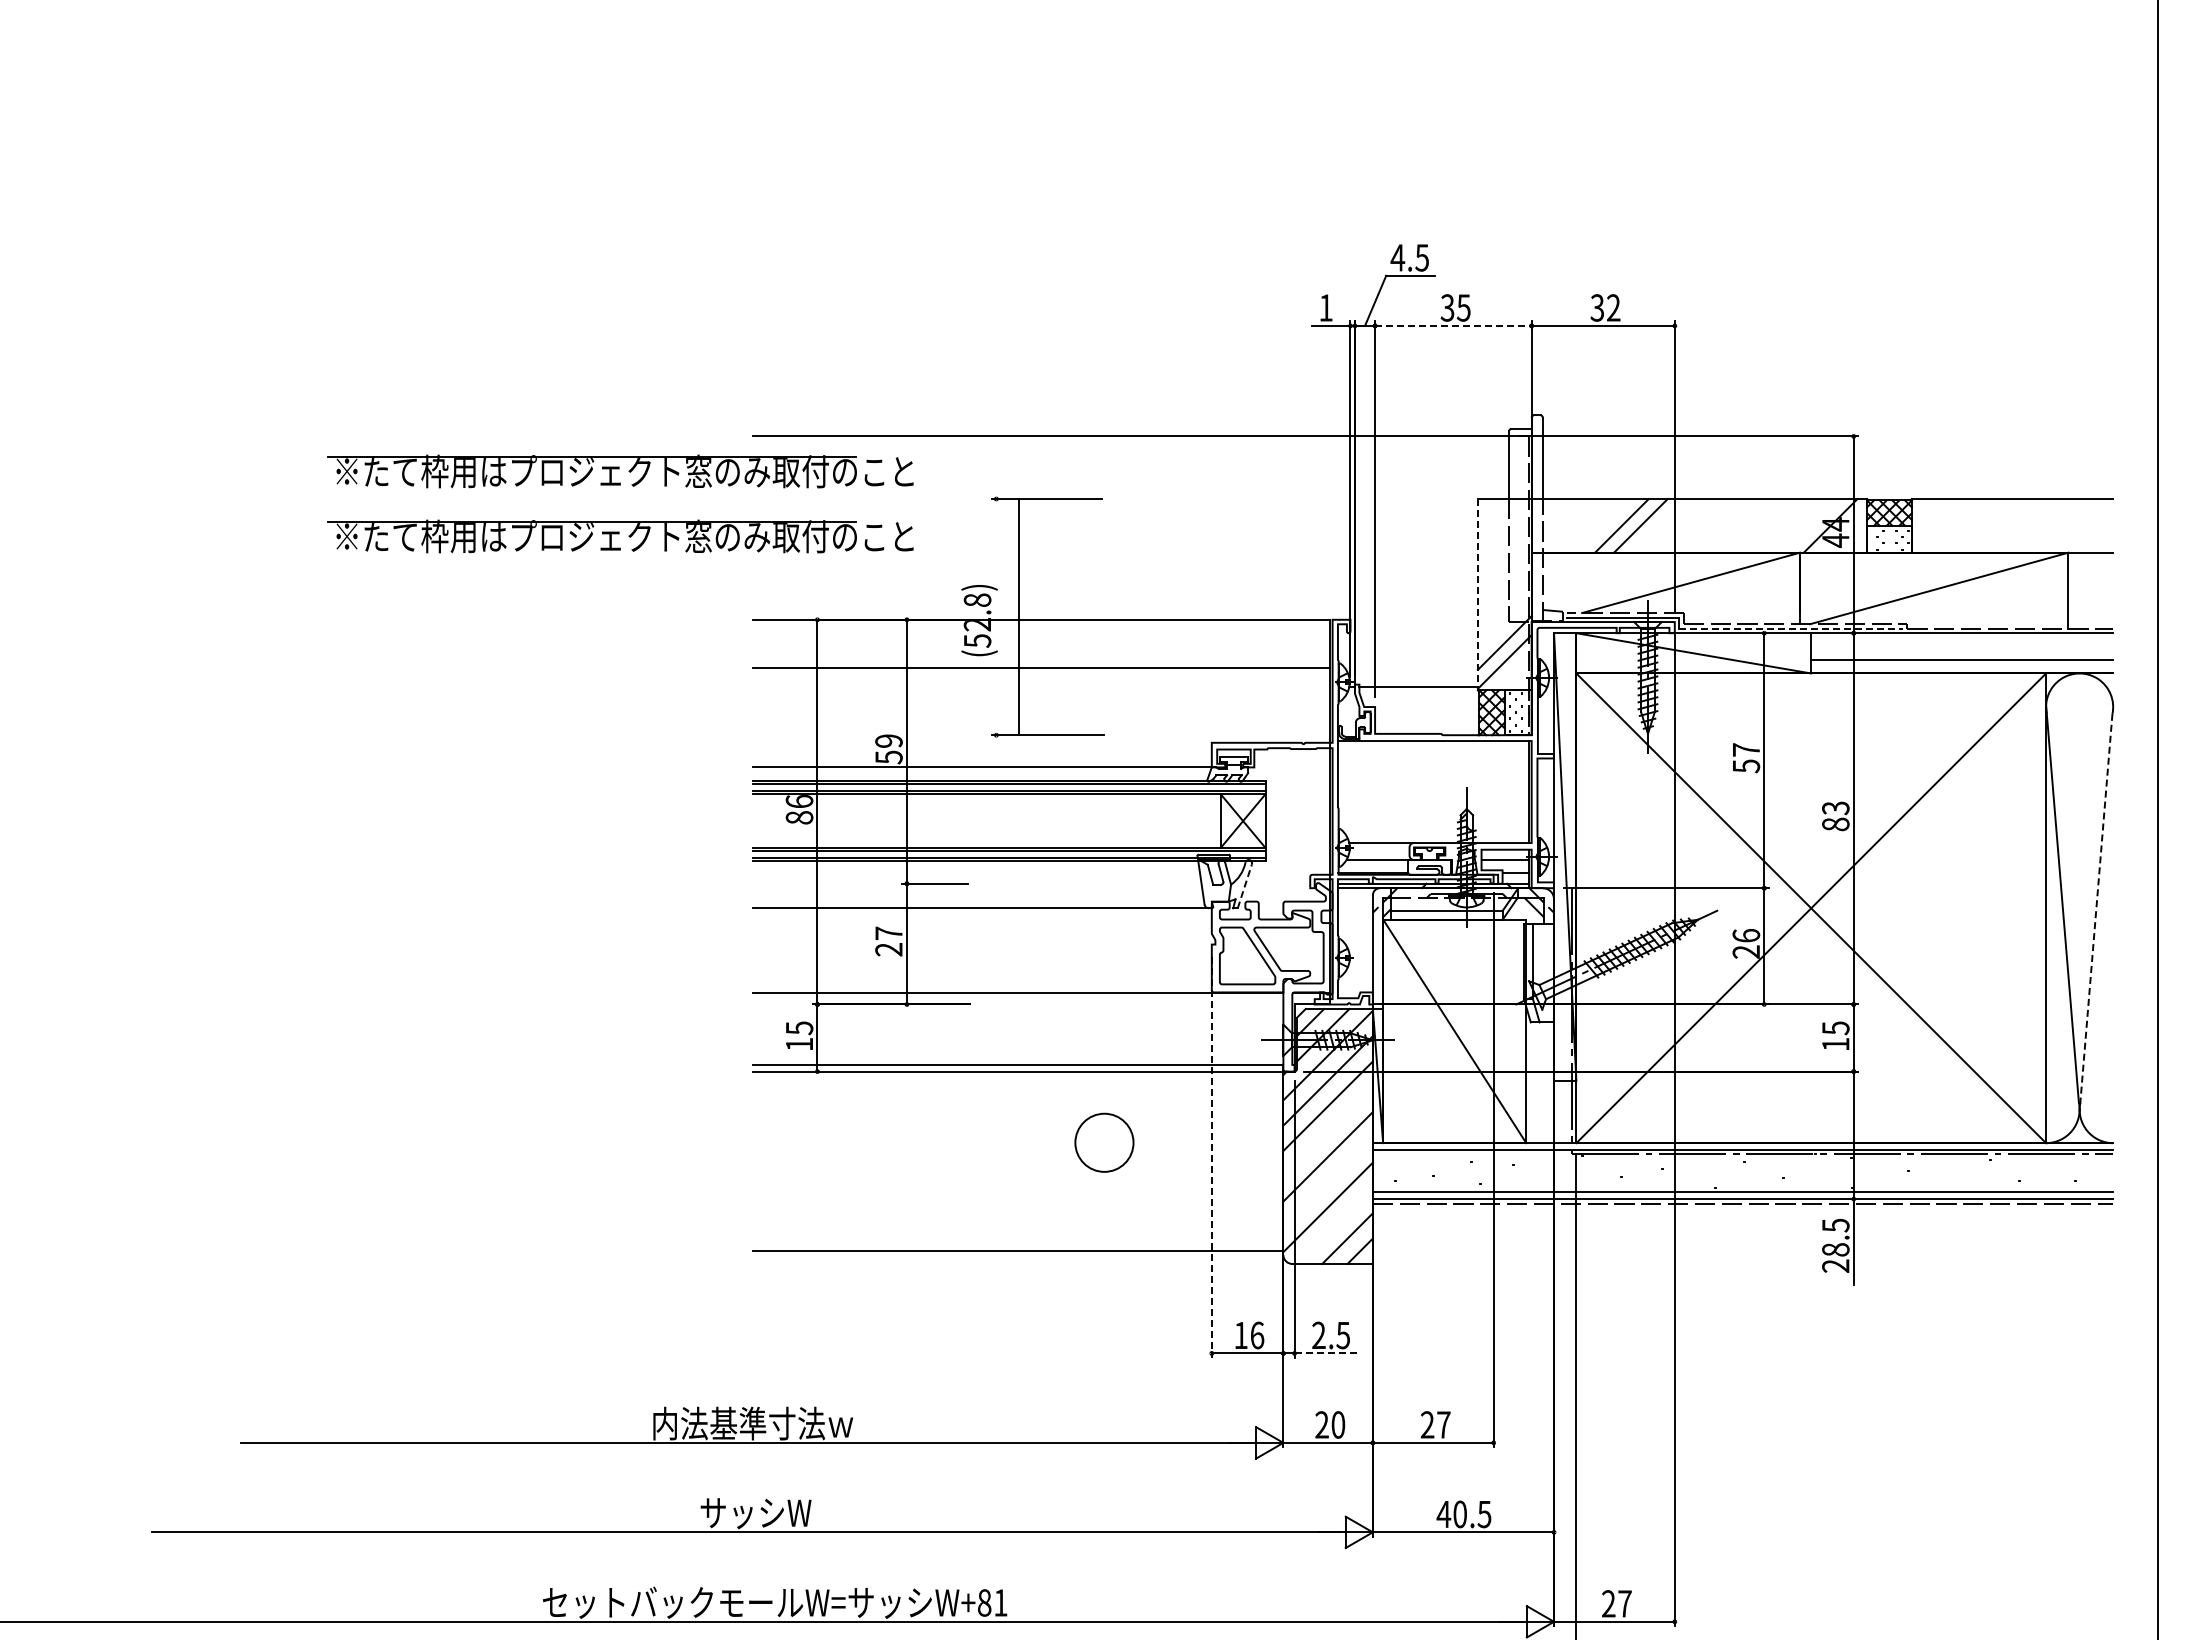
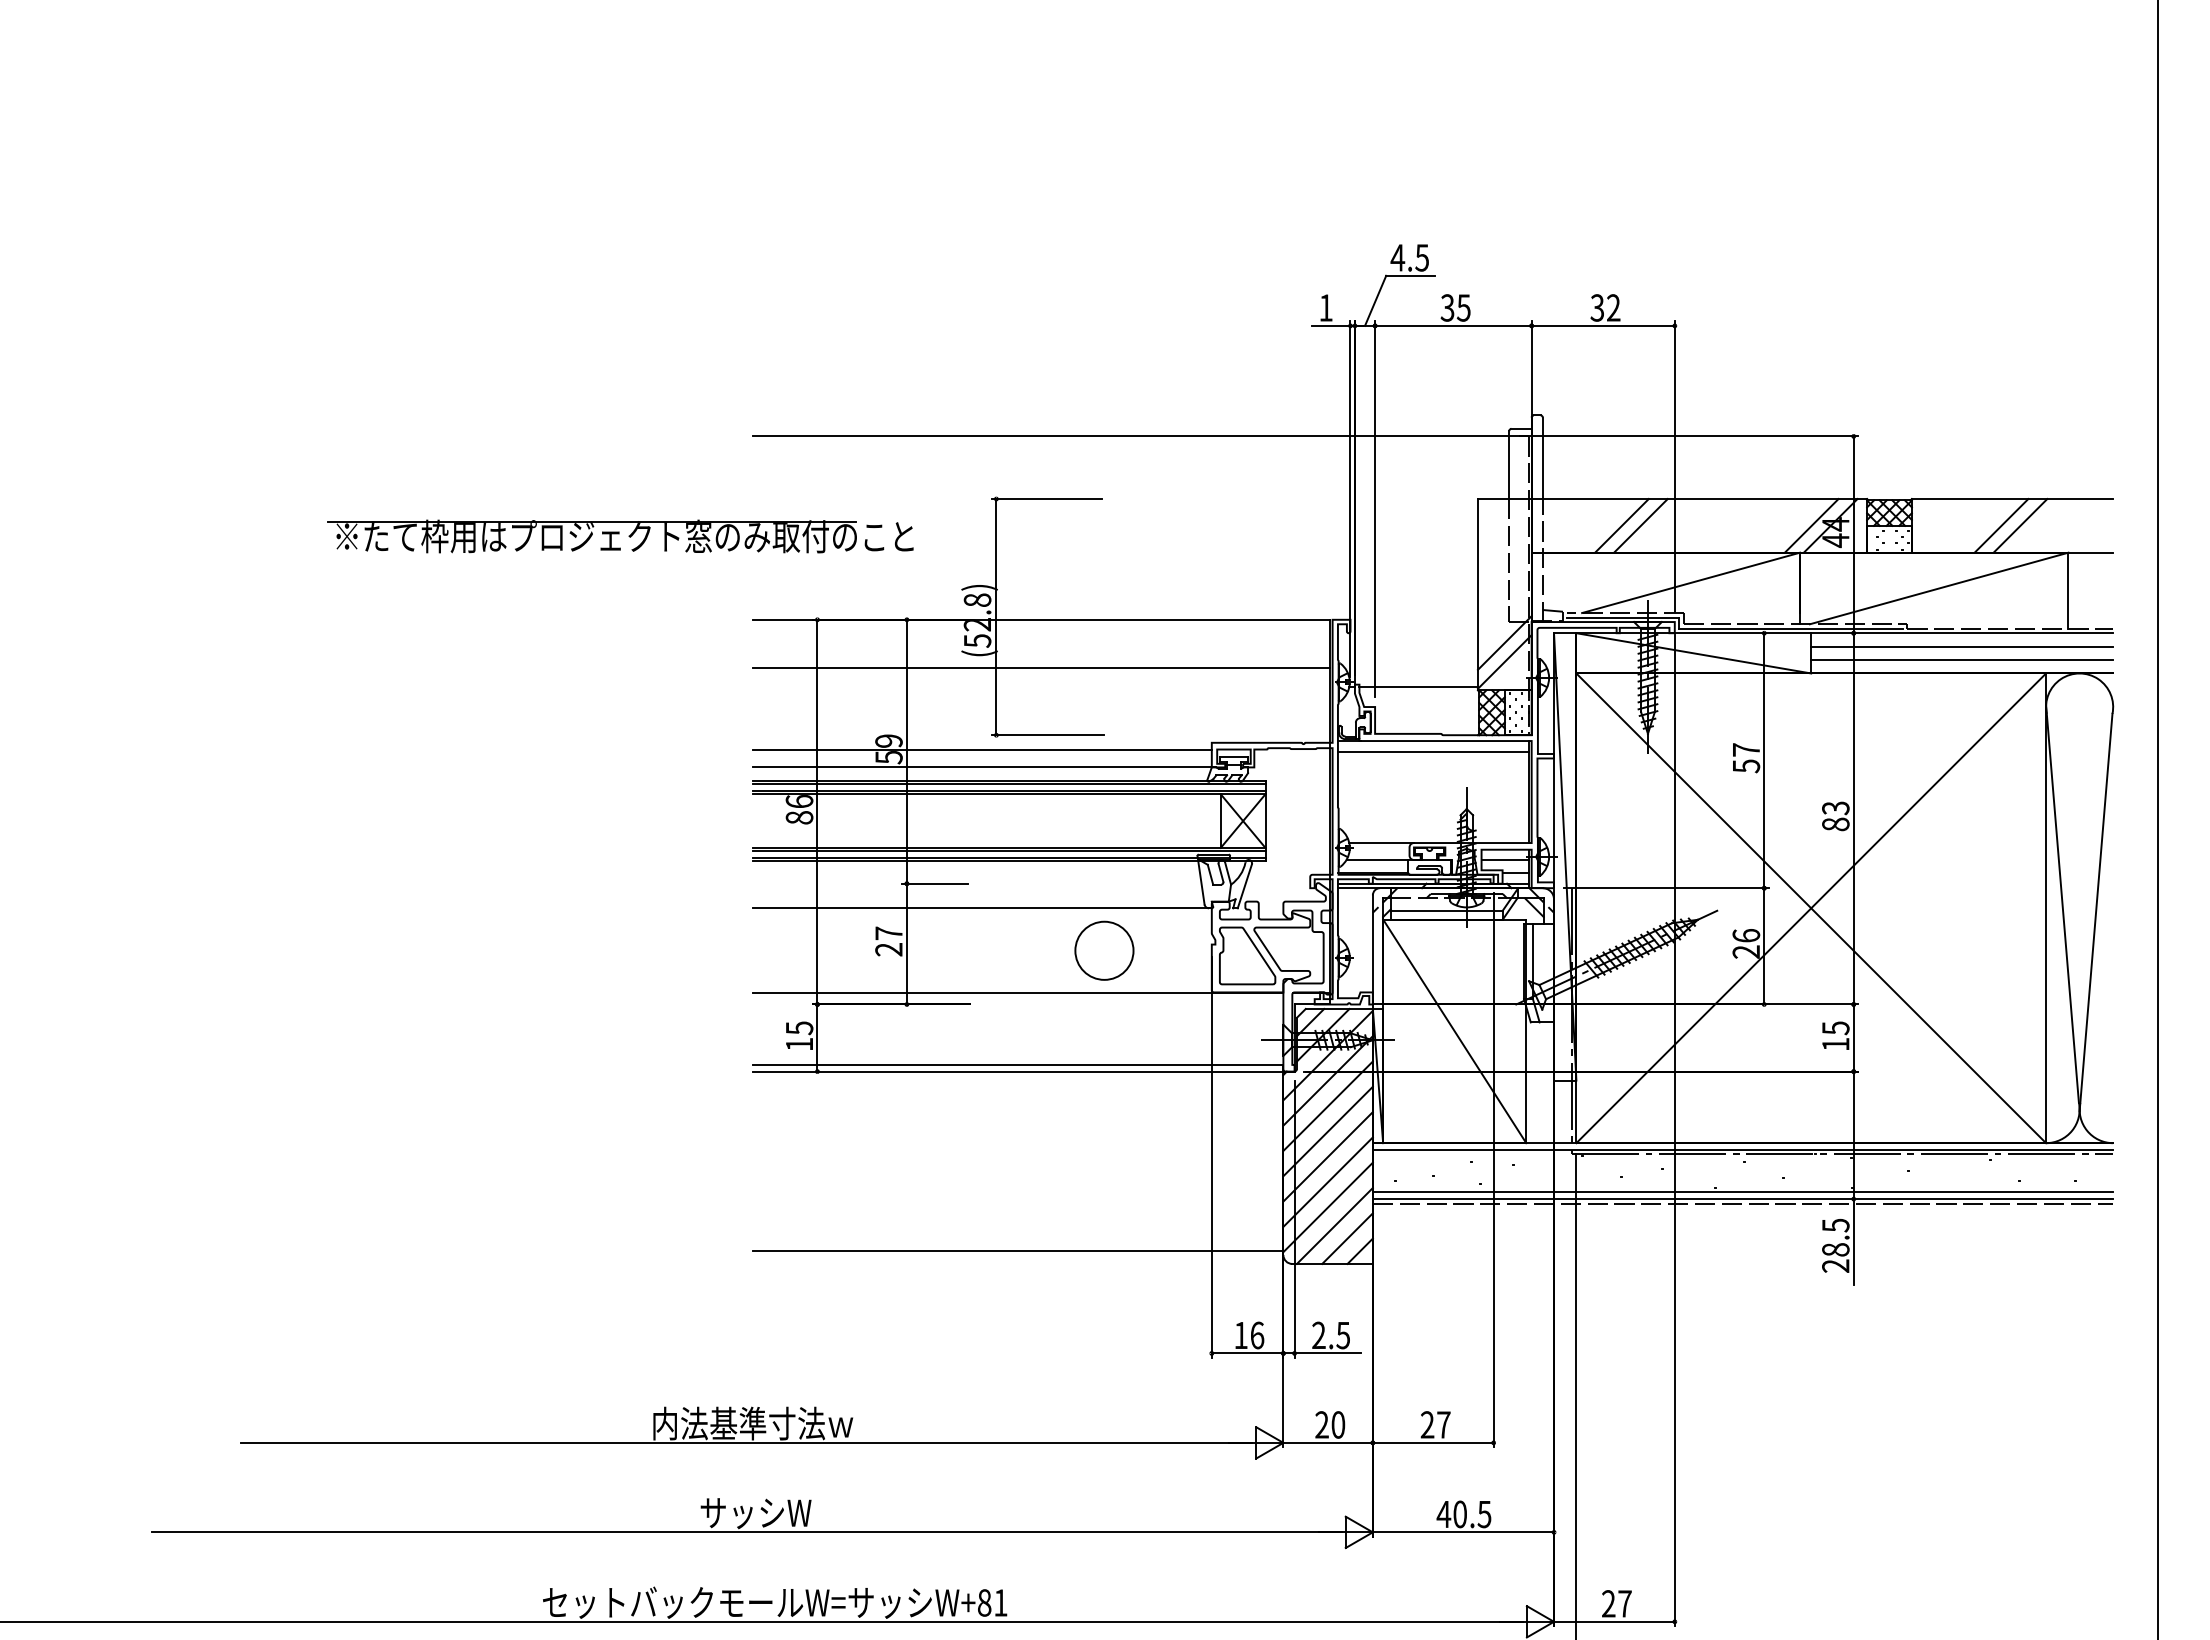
line at (1453, 325): dashed -> solid
part at (620, 471): present -> none
line at (1811, 525): none -> present
line at (2001, 525): none -> present
line at (2020, 525): none -> present
line at (1477, 594): dashed -> solid
line at (1019, 617) position: (1019, 617) -> (996, 617)
line at (1791, 628): dashed -> solid
line at (1962, 646): none -> present
line at (982, 749): none -> present
line at (1433, 752): none -> present
line at (1245, 885): dashed -> solid
line at (2096, 913): dashed -> solid
line at (1327, 1131): none -> present
circle at (1104, 1142) position: (1104, 1142) -> (1104, 950)
line at (1211, 1157): dashed -> solid
line at (1327, 1181): none -> present
line at (1334, 1225): none -> present
line at (1328, 1353): dashed -> solid
